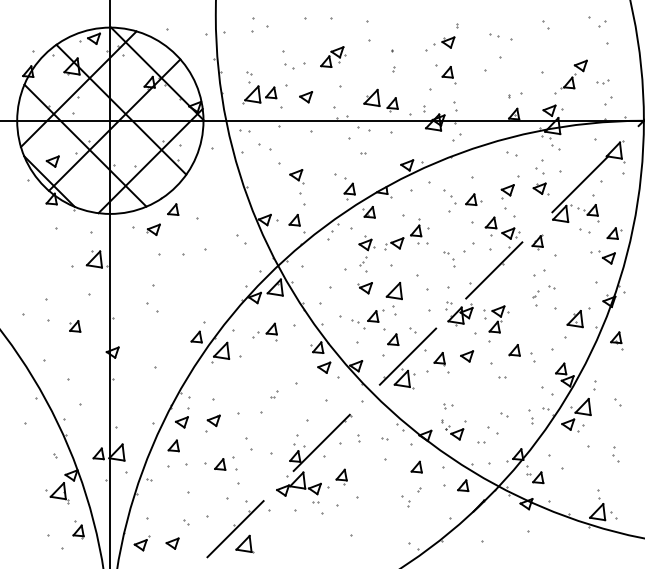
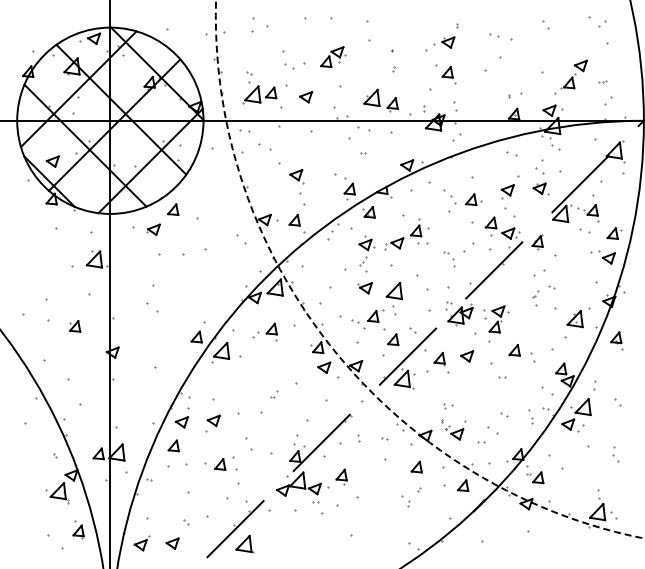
part at (602, 81) size: 14x6 px -> 10x4 px
circle at (429, 269): solid -> dashed
